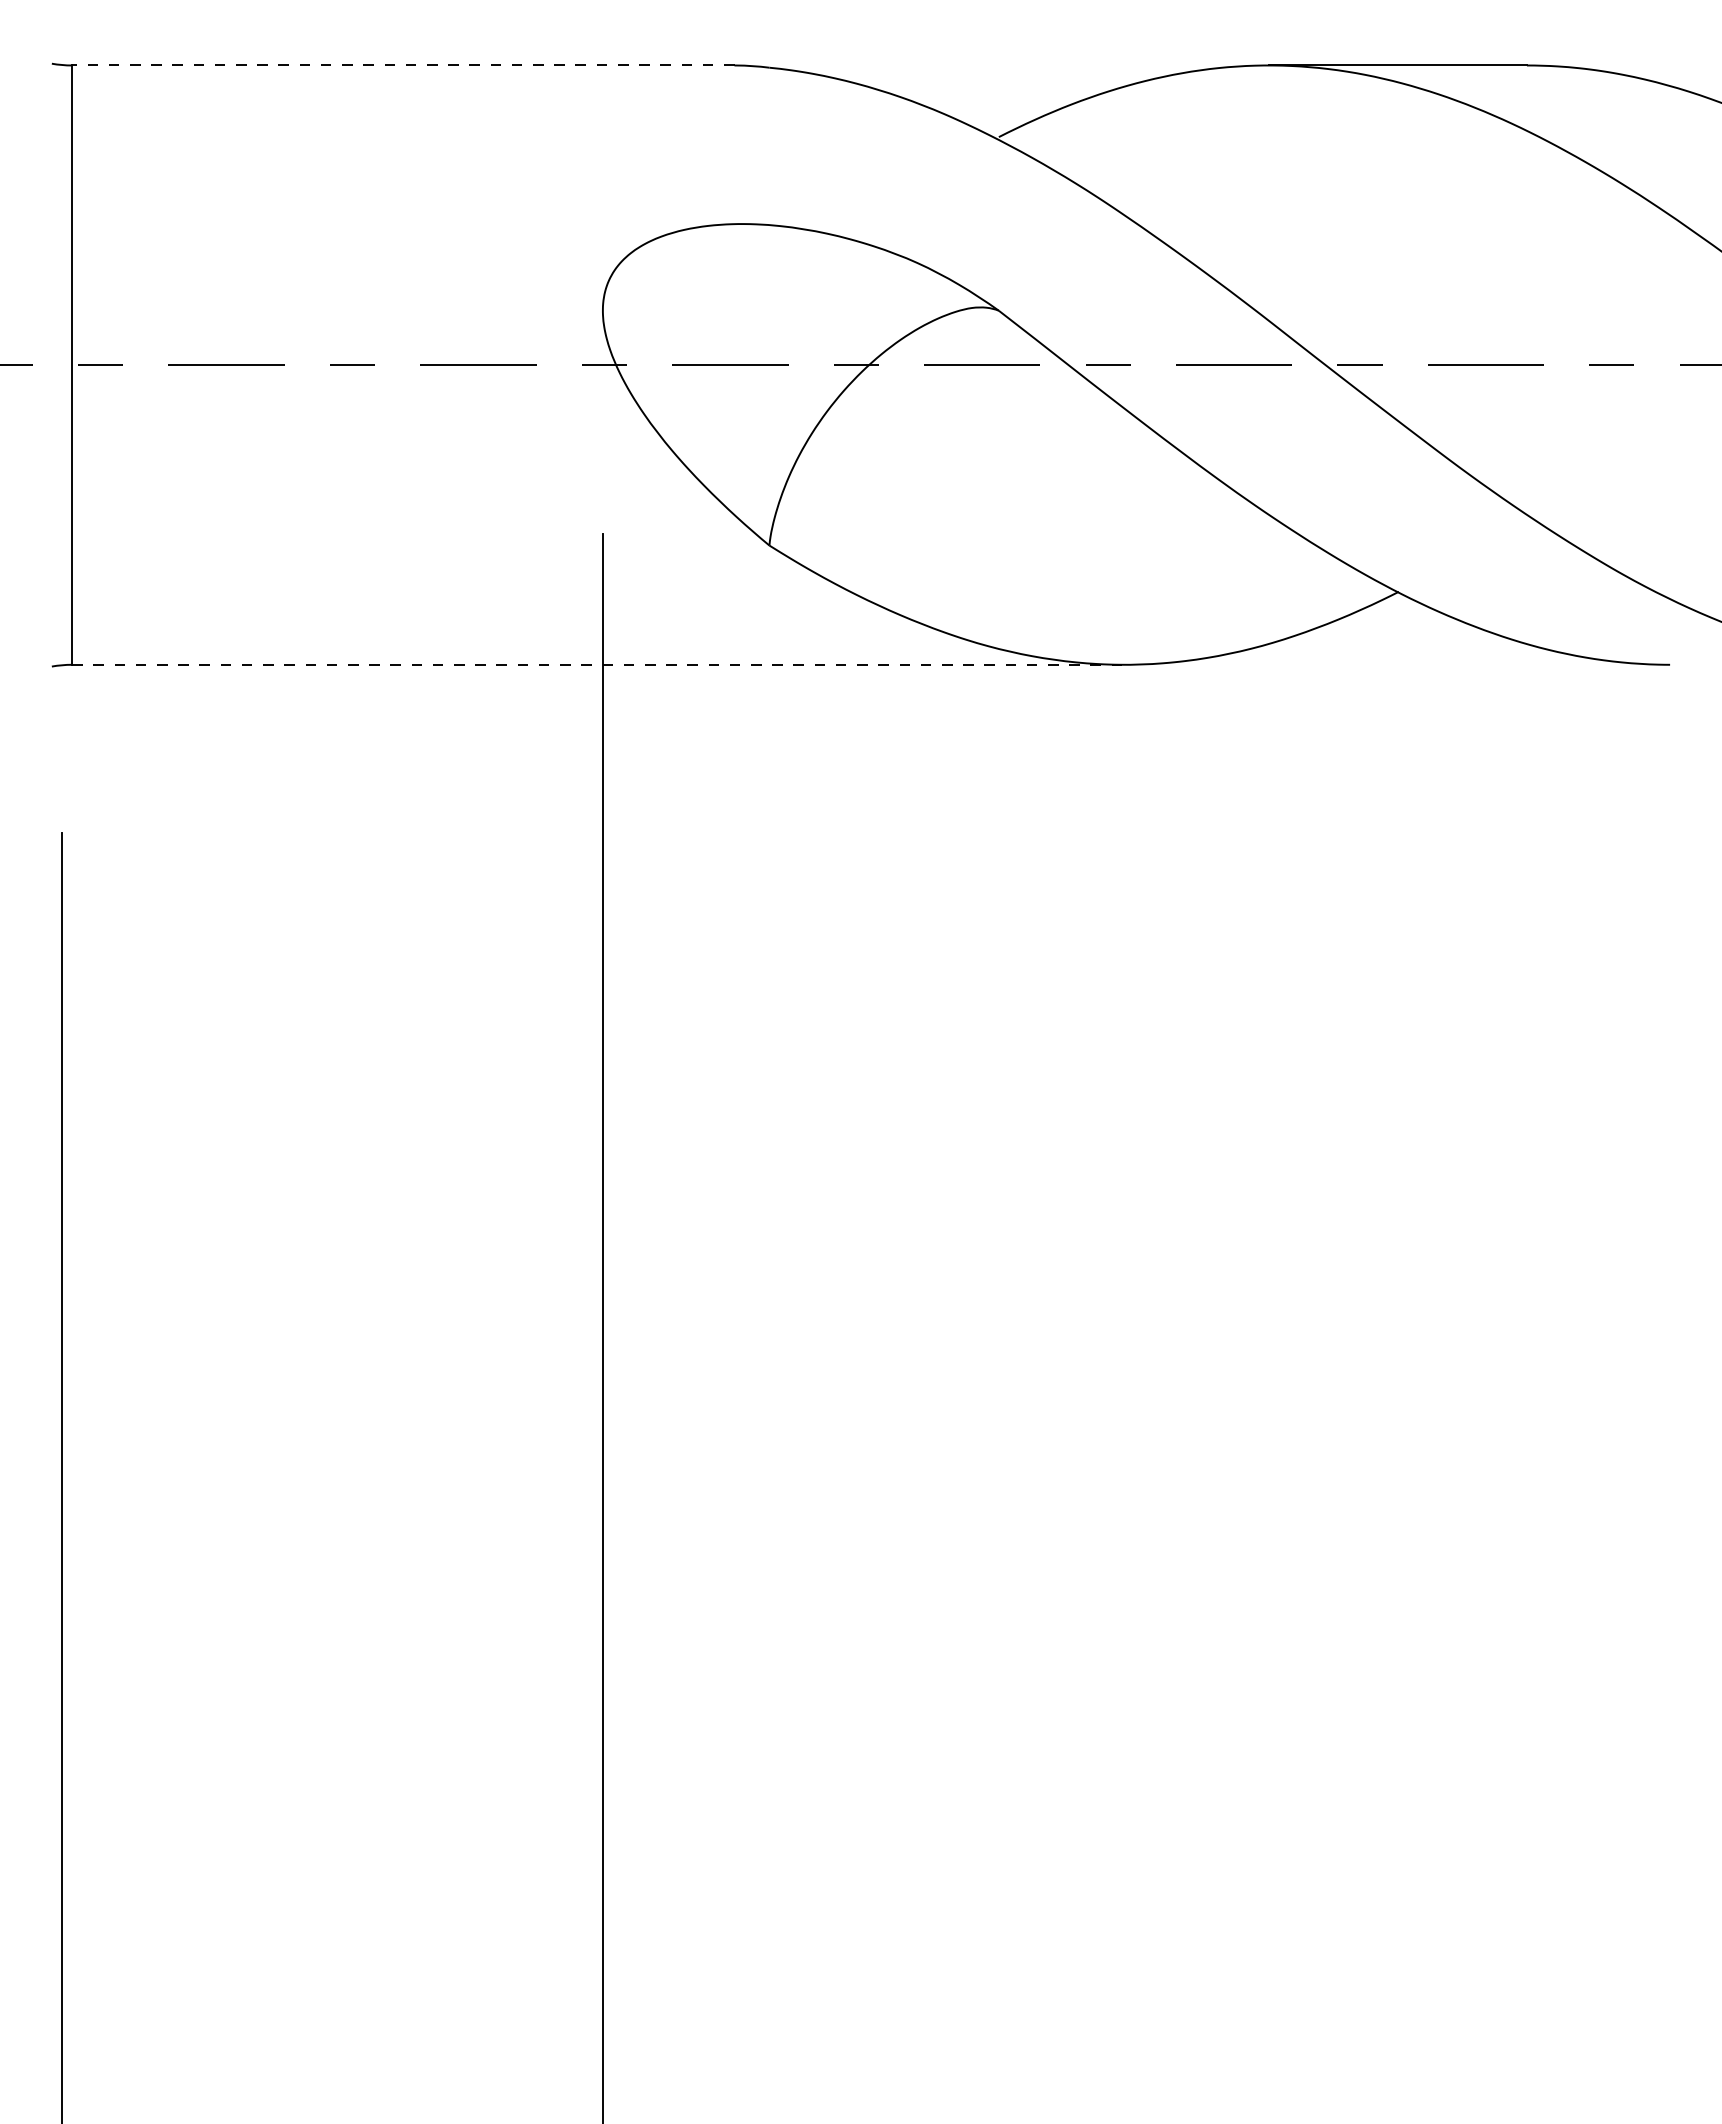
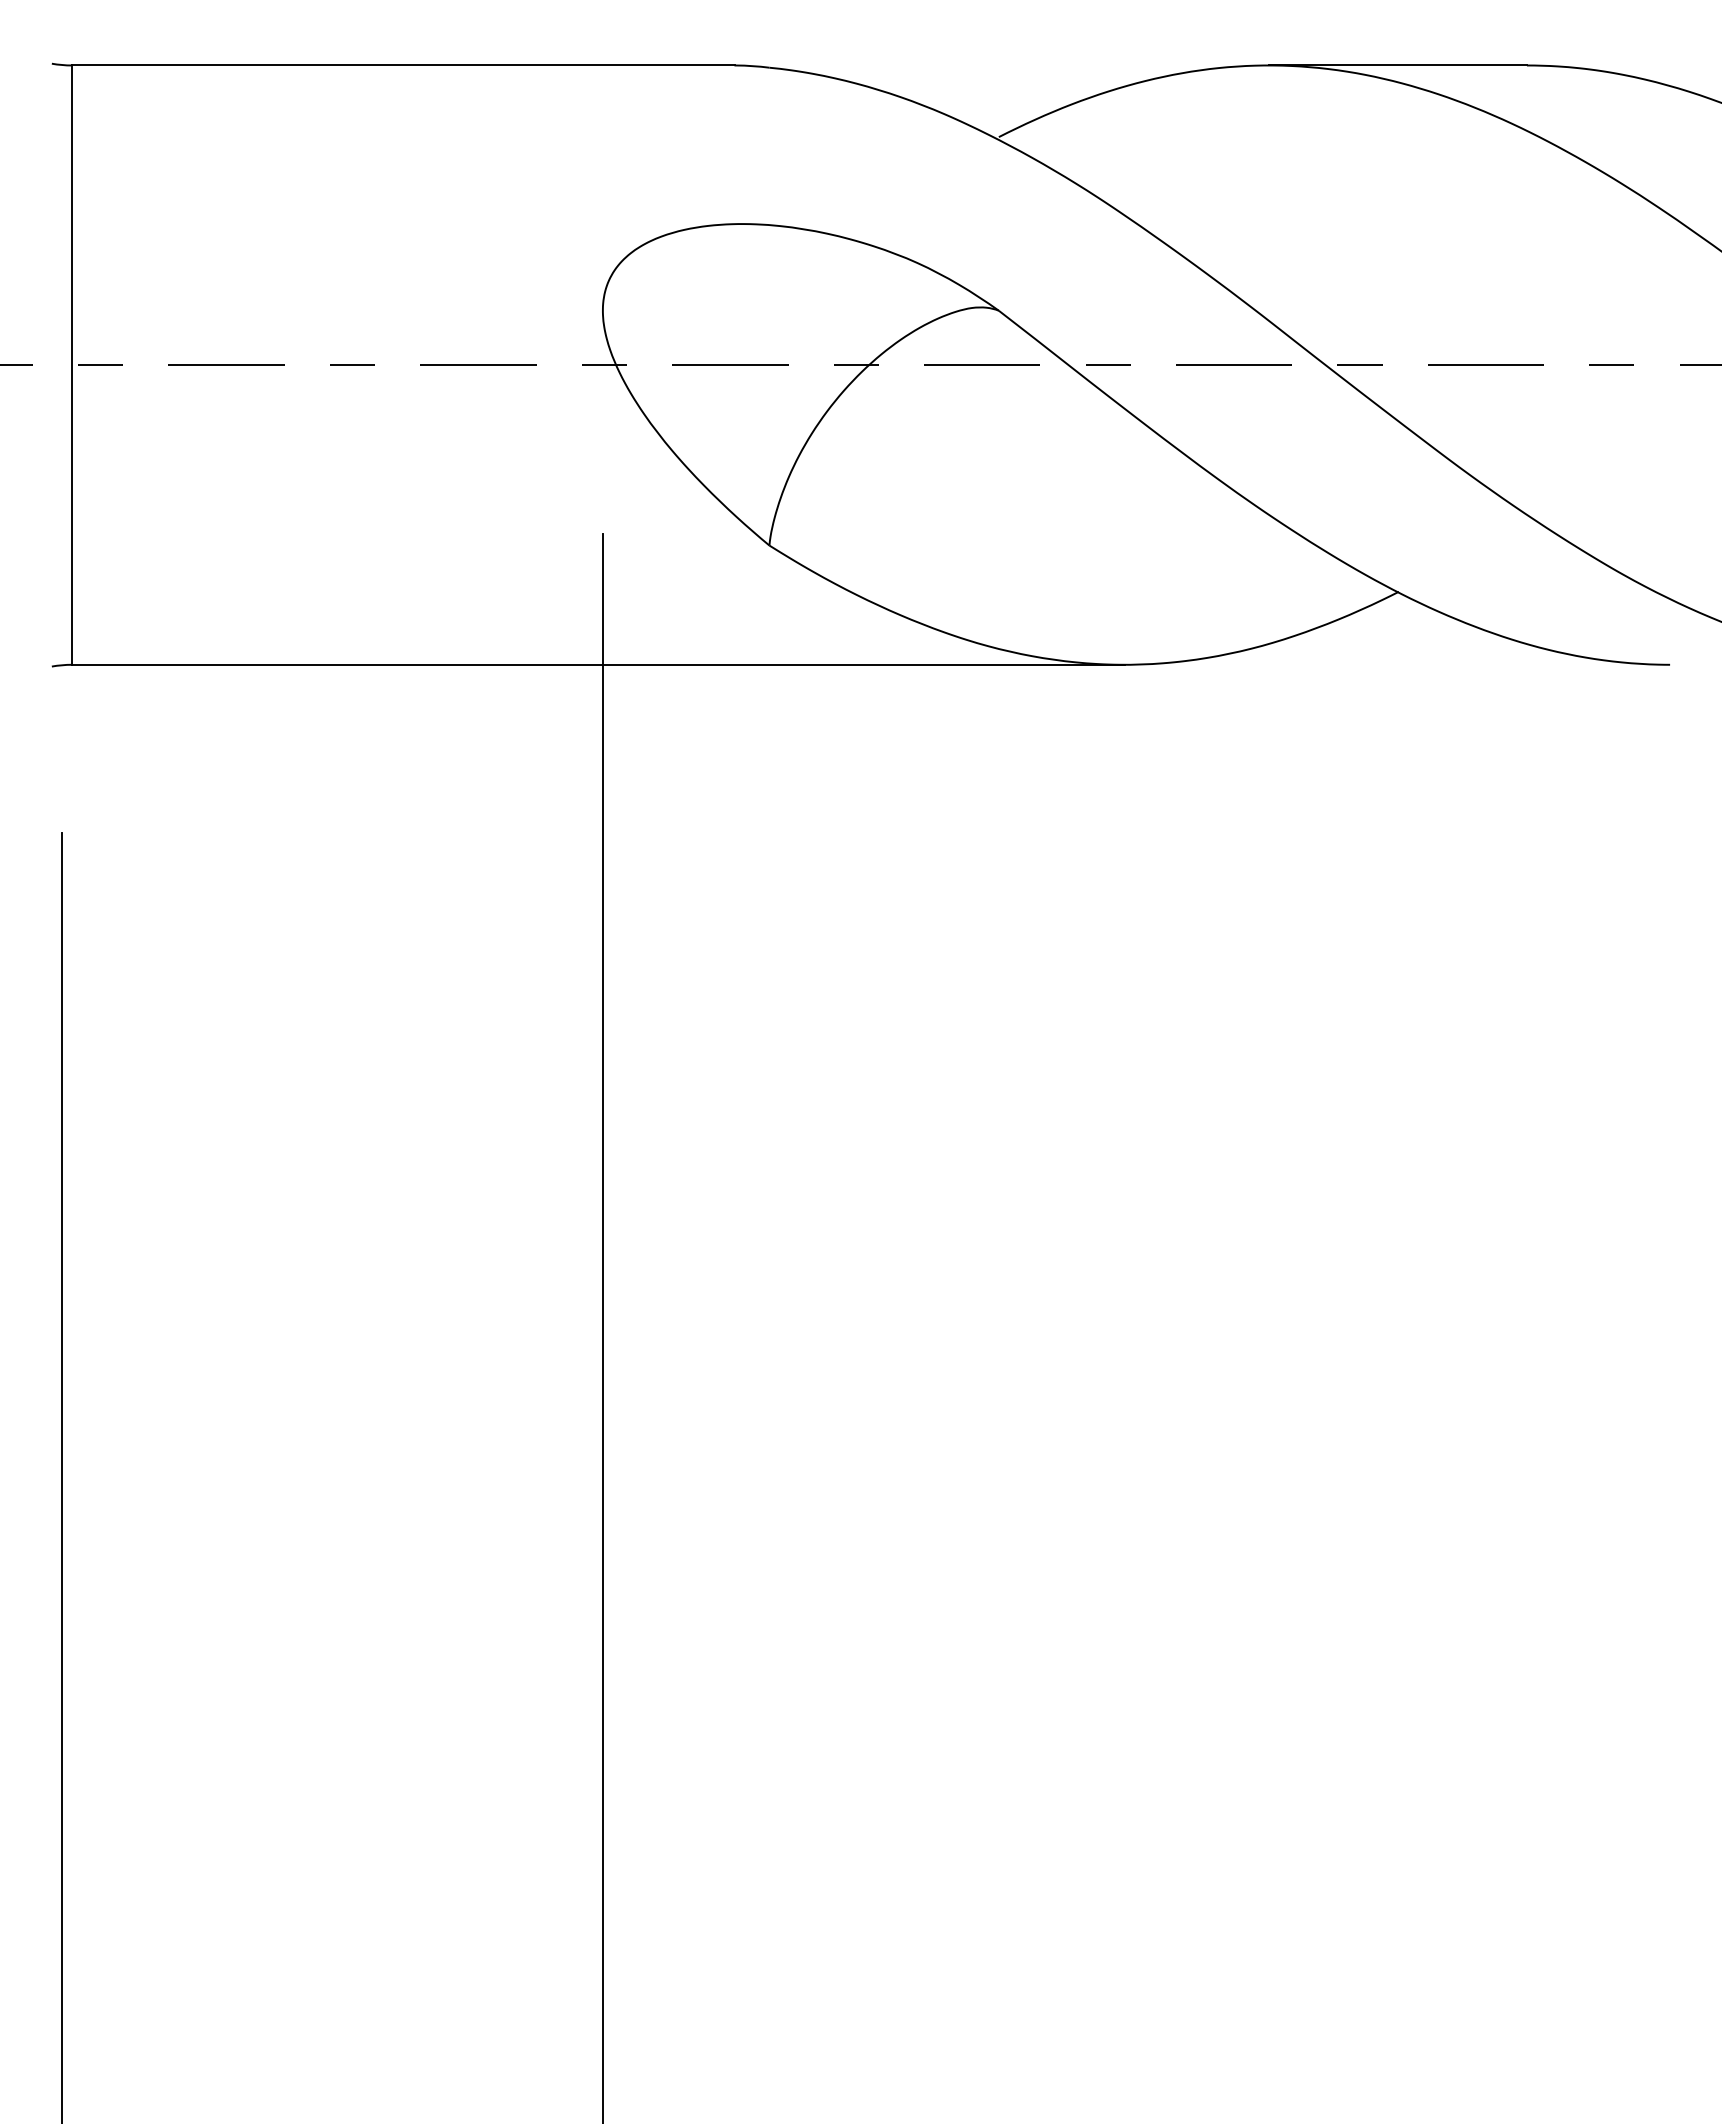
line at (402, 65): dashed -> solid
line at (598, 664): dashed -> solid
